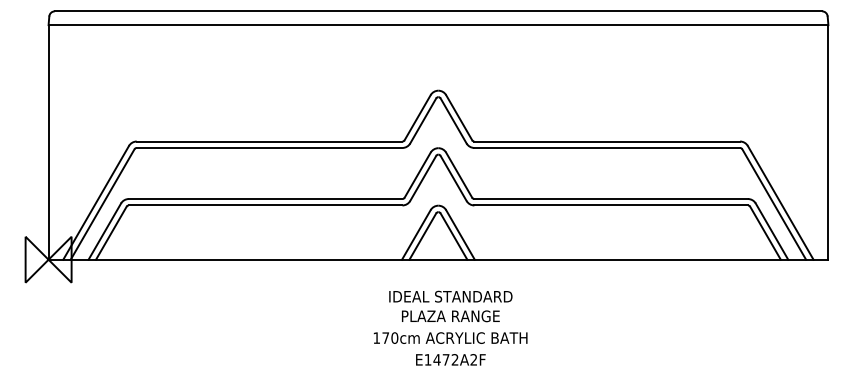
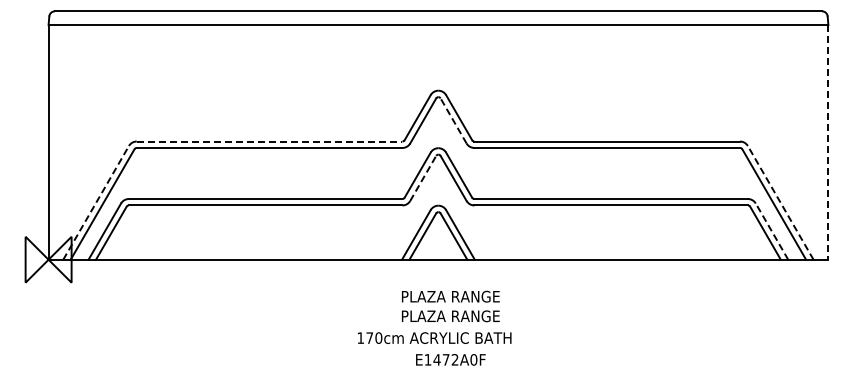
line at (453, 120): solid -> dashed
line at (269, 141): solid -> dashed
line at (828, 142): solid -> dashed
line at (423, 178): solid -> dashed
line at (96, 202): solid -> dashed
line at (780, 202): solid -> dashed
line at (771, 231): solid -> dashed
text at (450, 296): IDEAL STANDARD -> PLAZA RANGE
text at (450, 337) position: (450, 337) -> (434, 337)
text at (473, 359): E1472A2F -> E1472A0F
